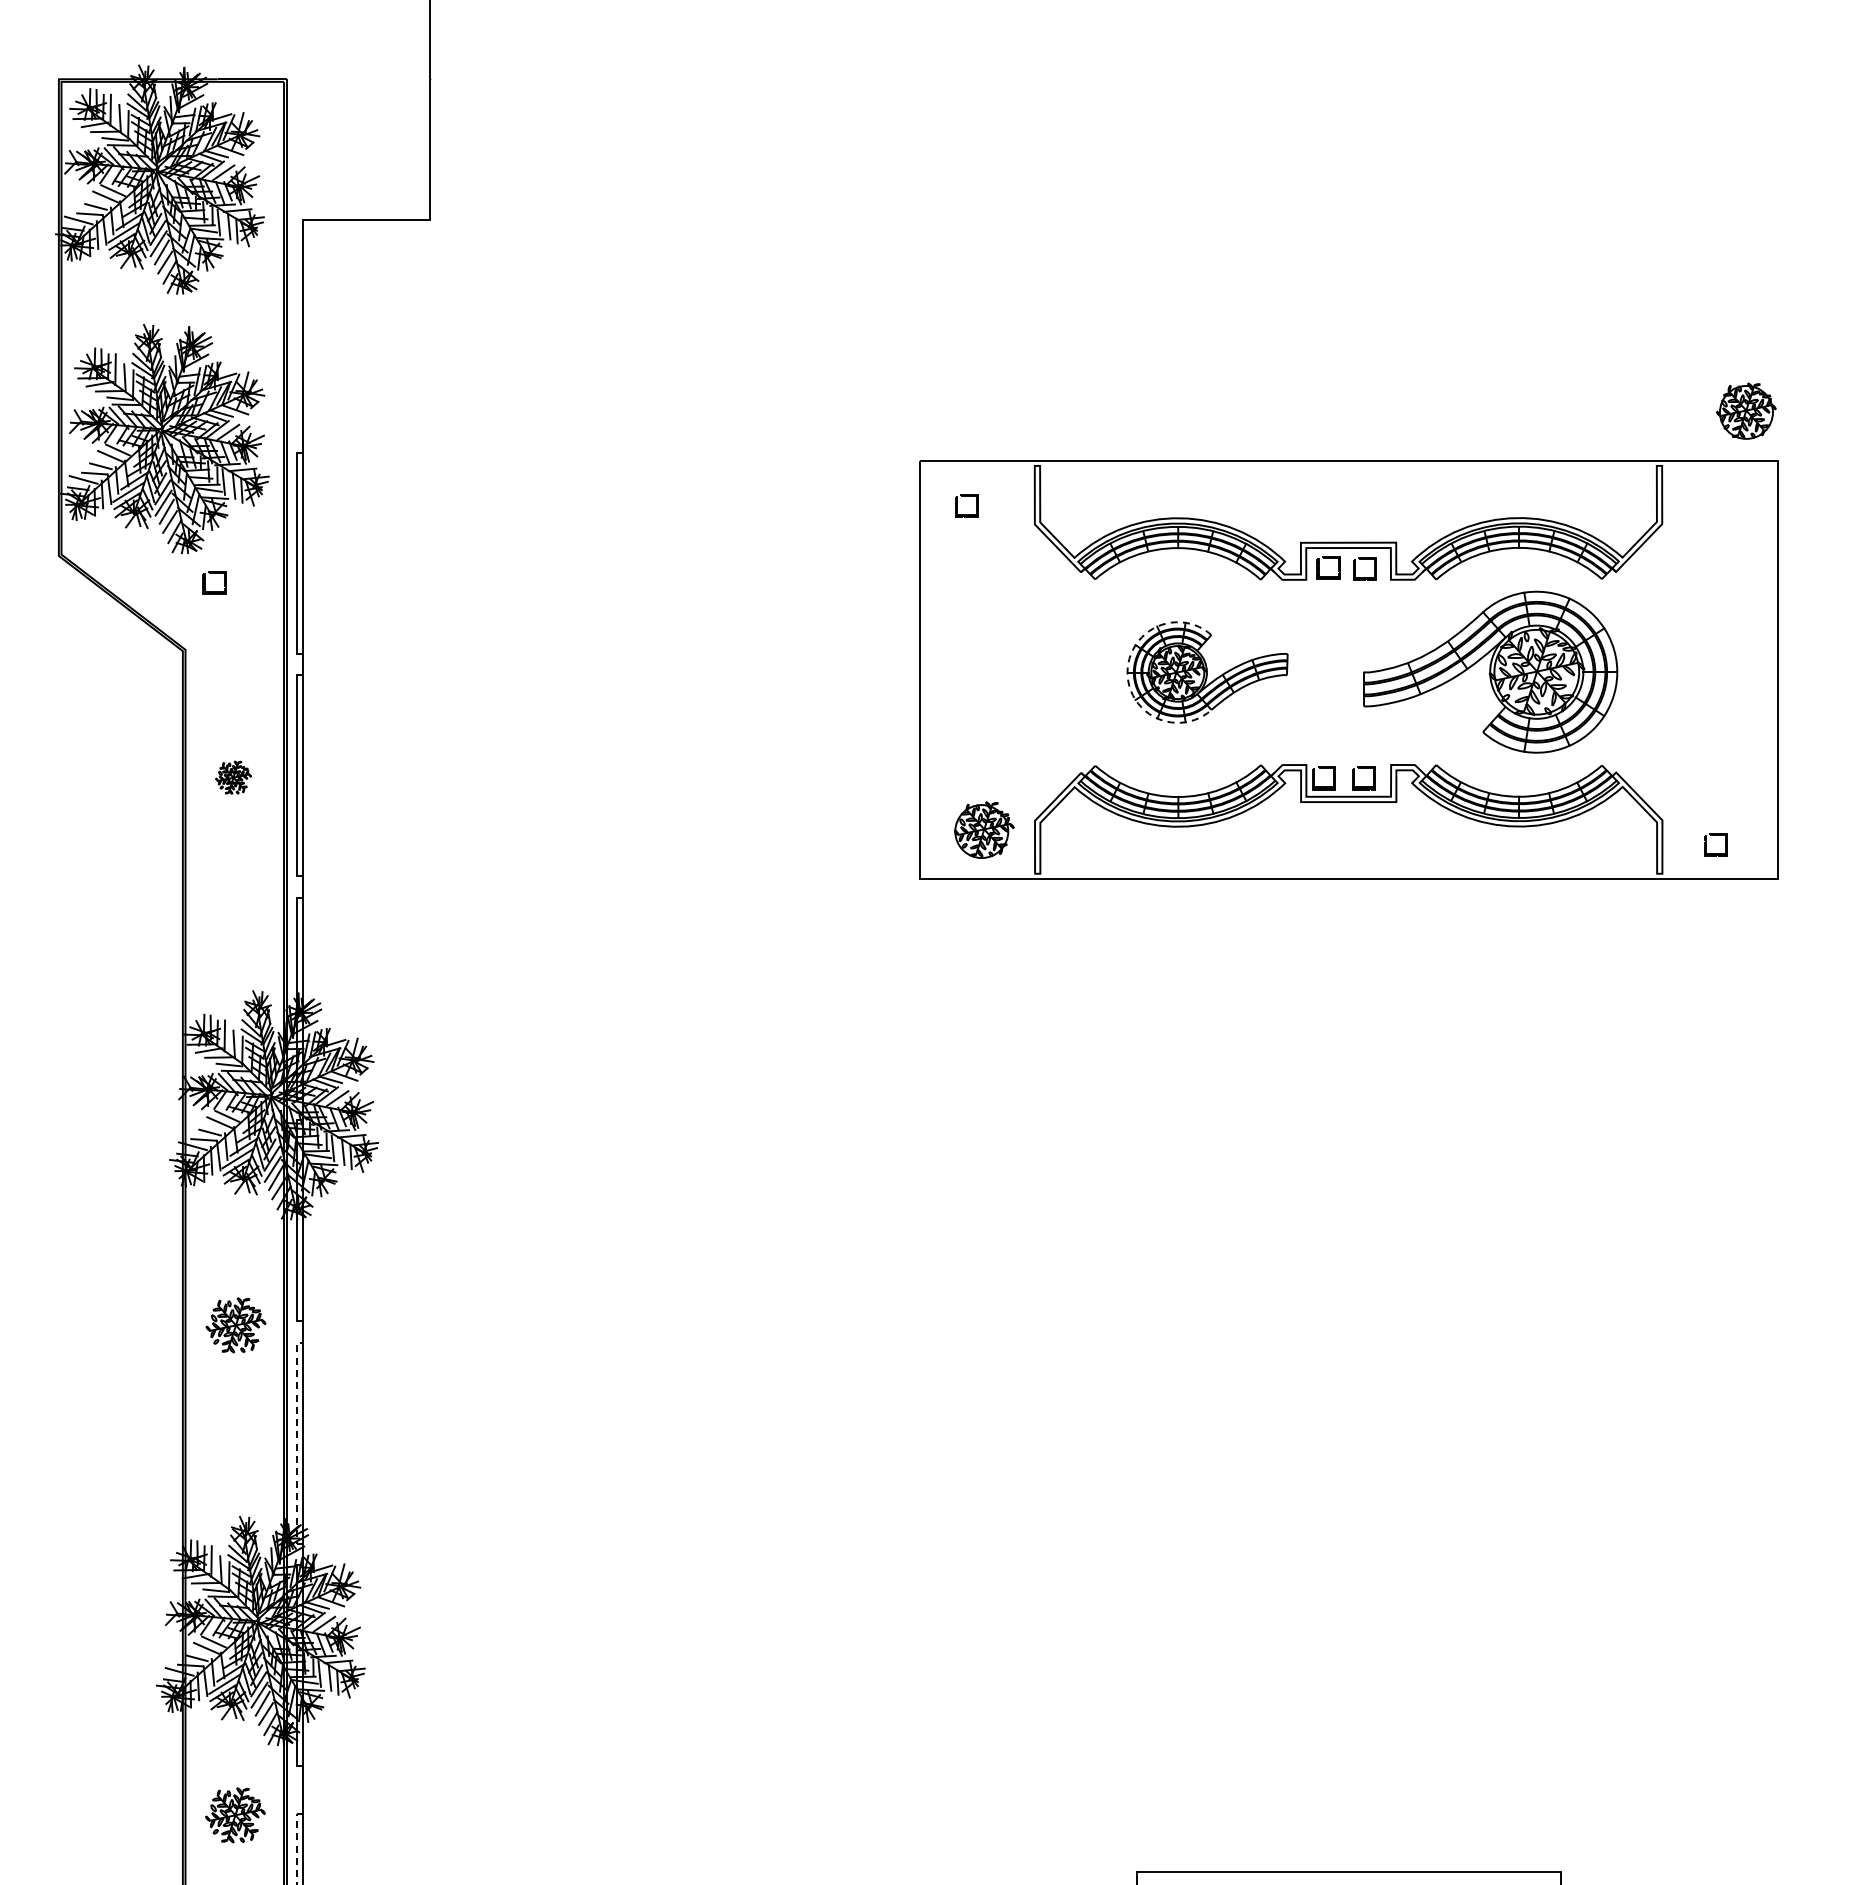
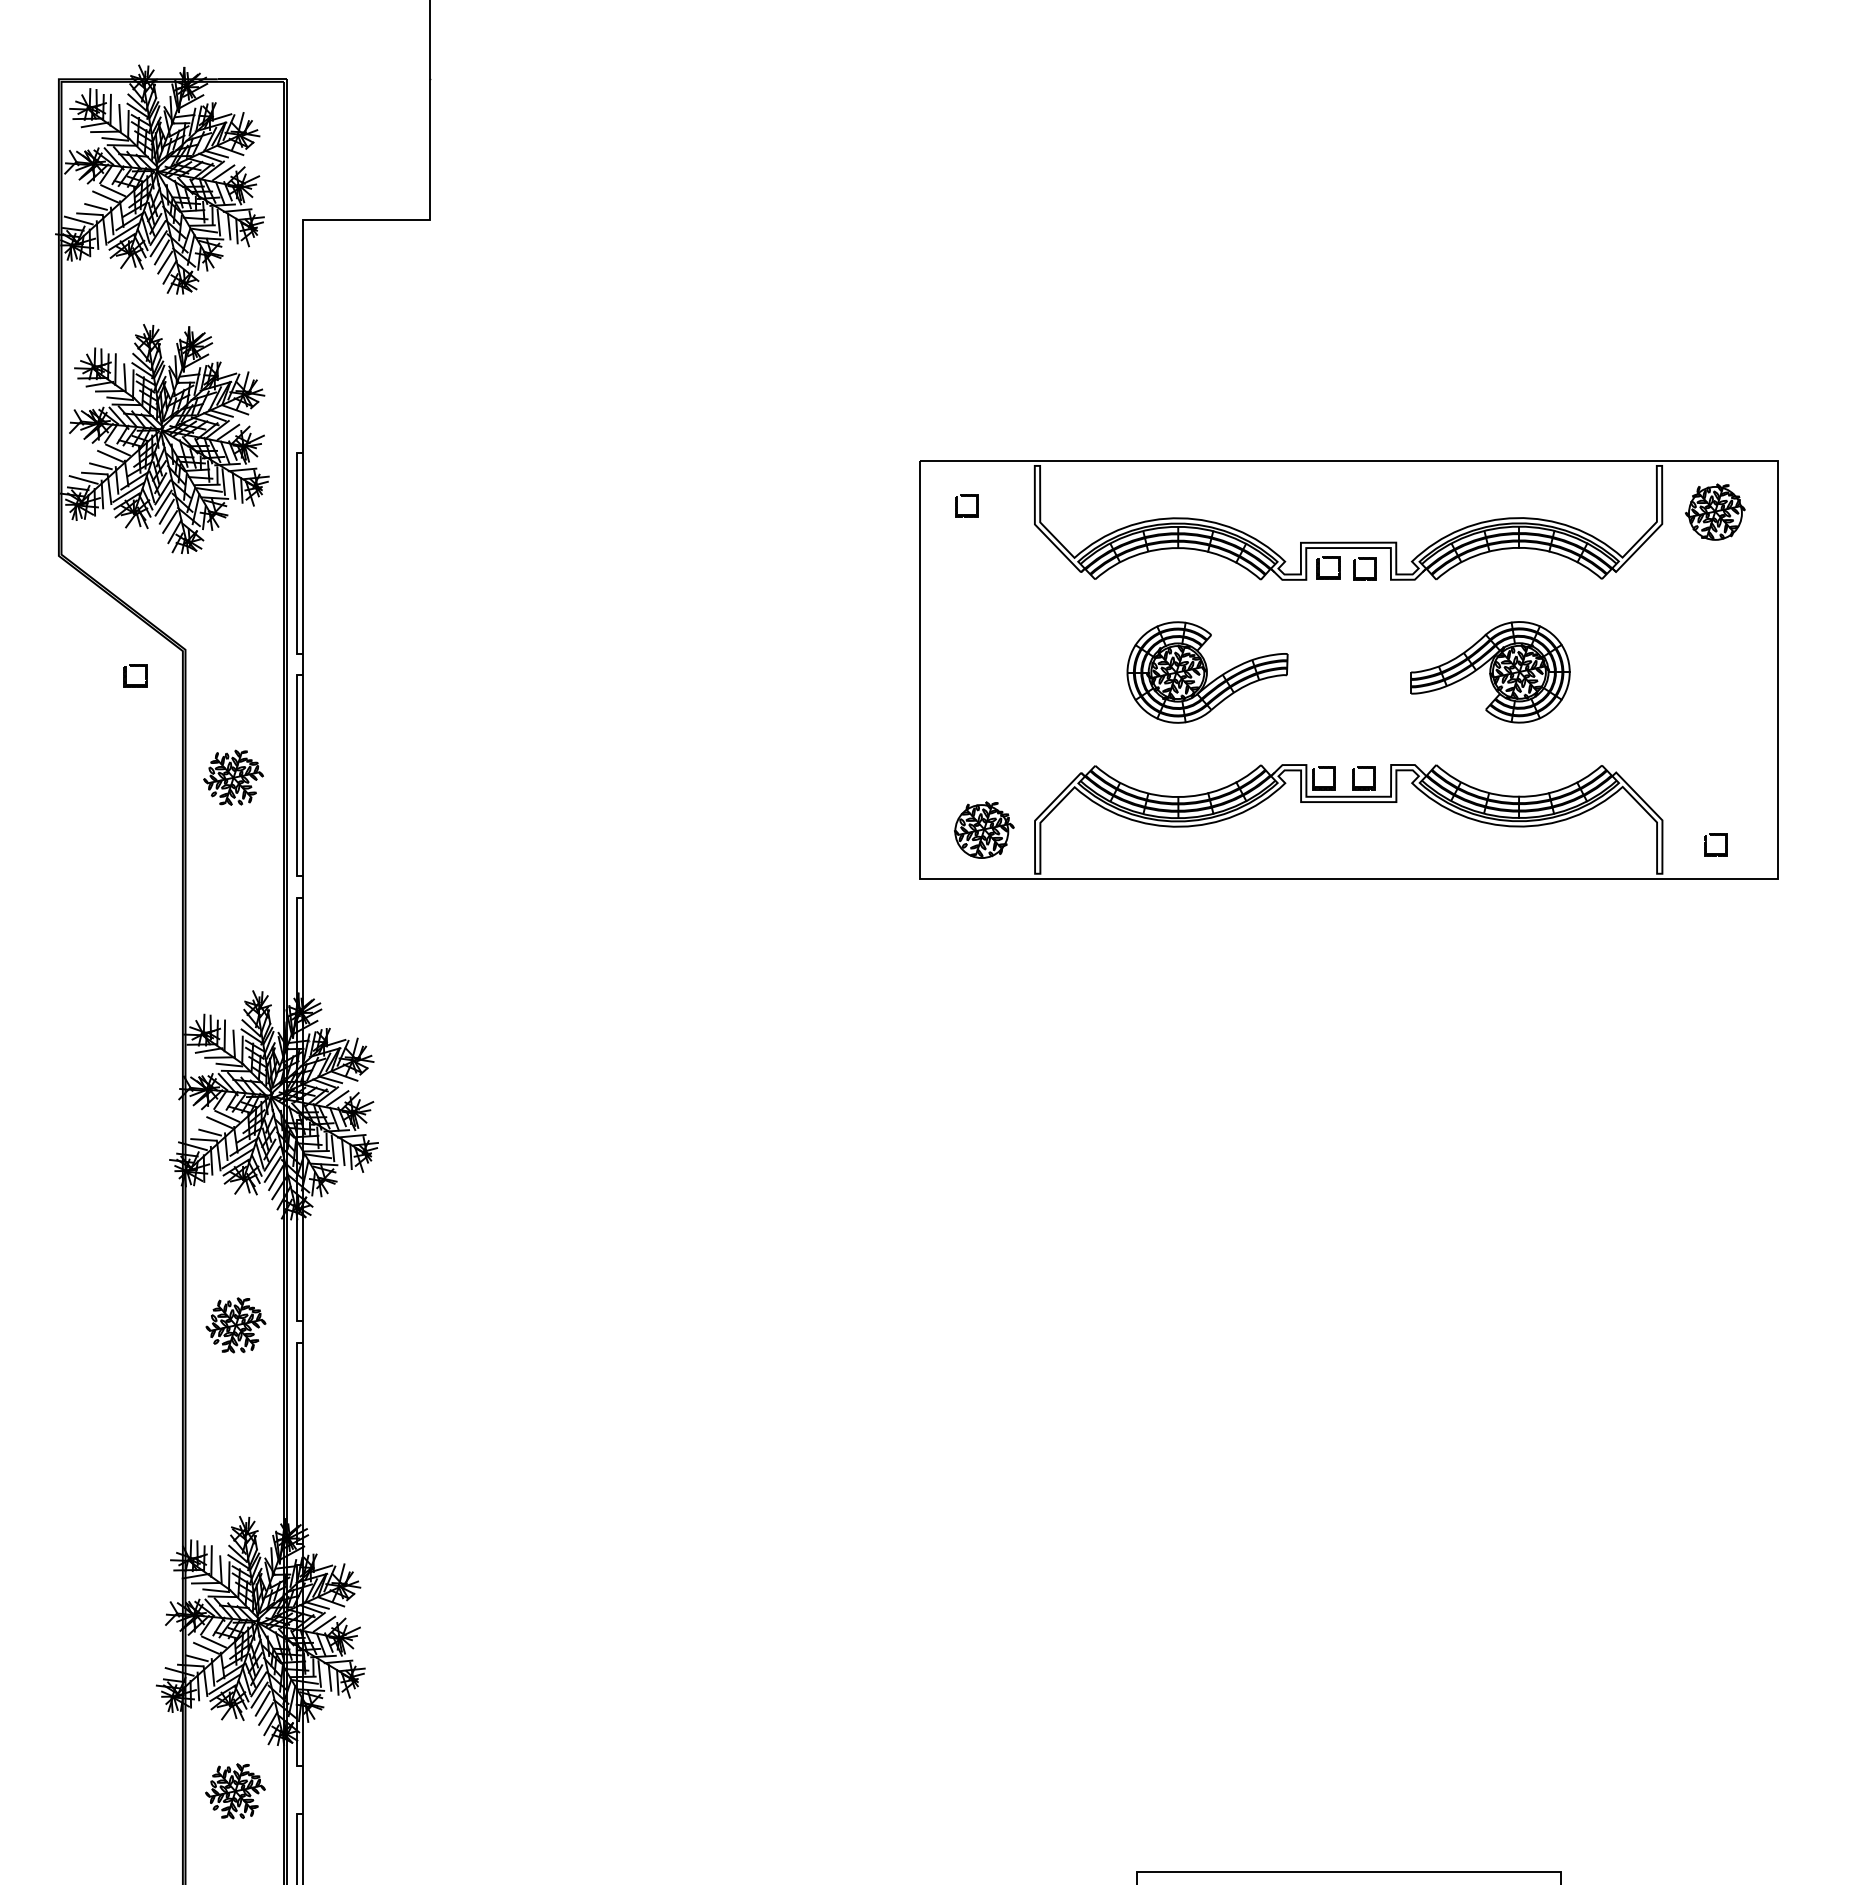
part at (1746, 410) position: (1746, 410) -> (1715, 511)
part at (214, 573) position: (214, 573) -> (135, 666)
part at (1490, 671) size: 256x164 px -> 161x103 px
arc at (1127, 672): dashed -> solid
part at (233, 777) size: 38x35 px -> 61x57 px
line at (297, 1443): dashed -> solid
part at (235, 1815) position: (235, 1815) -> (235, 1791)
line at (297, 1845): dashed -> solid
